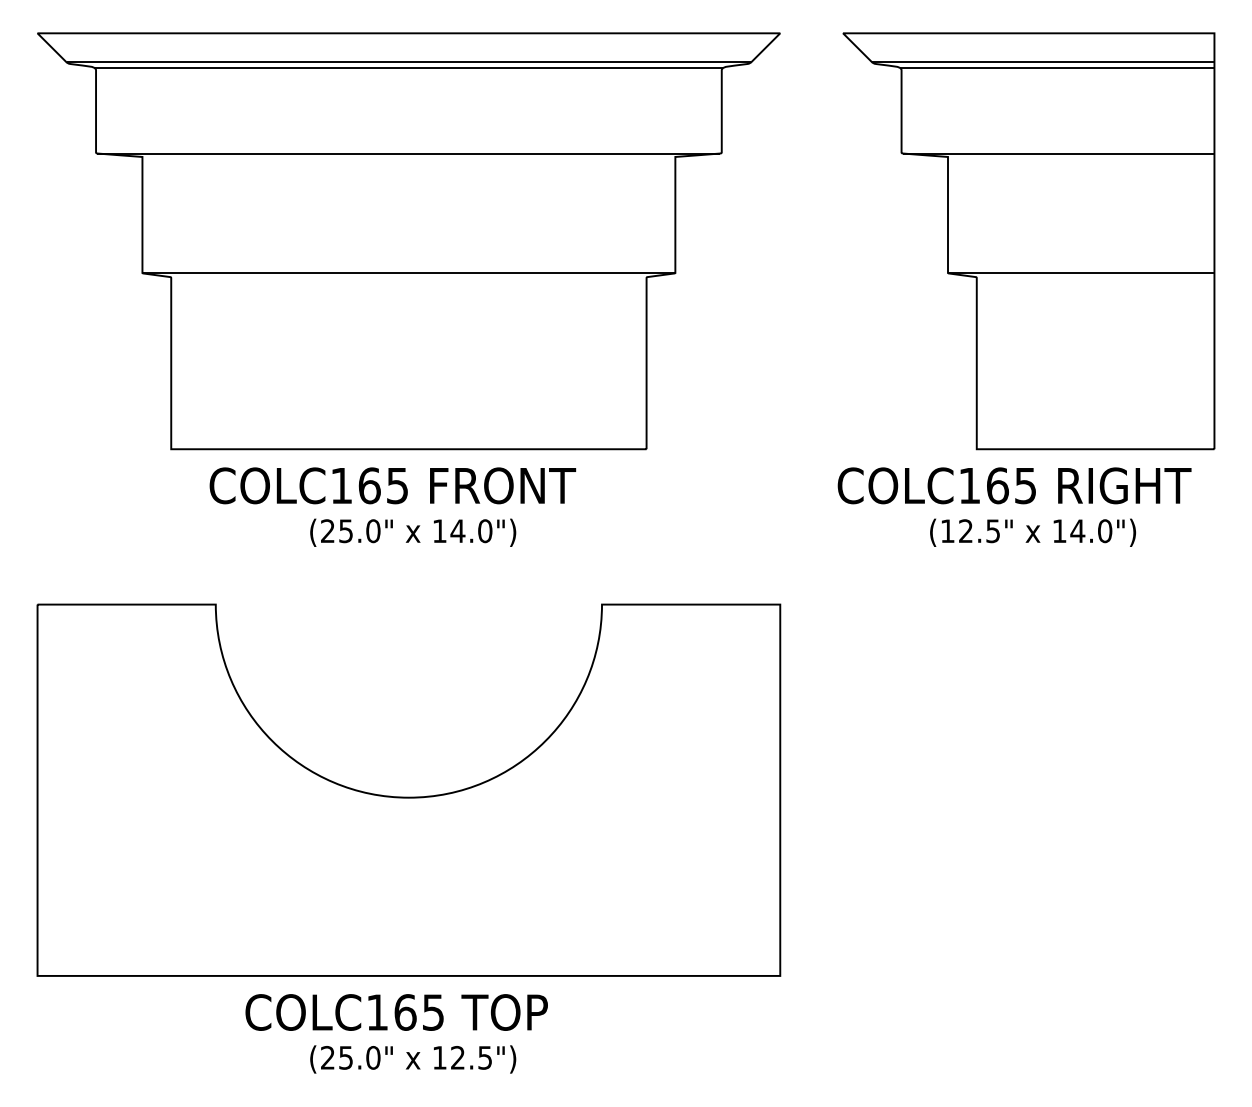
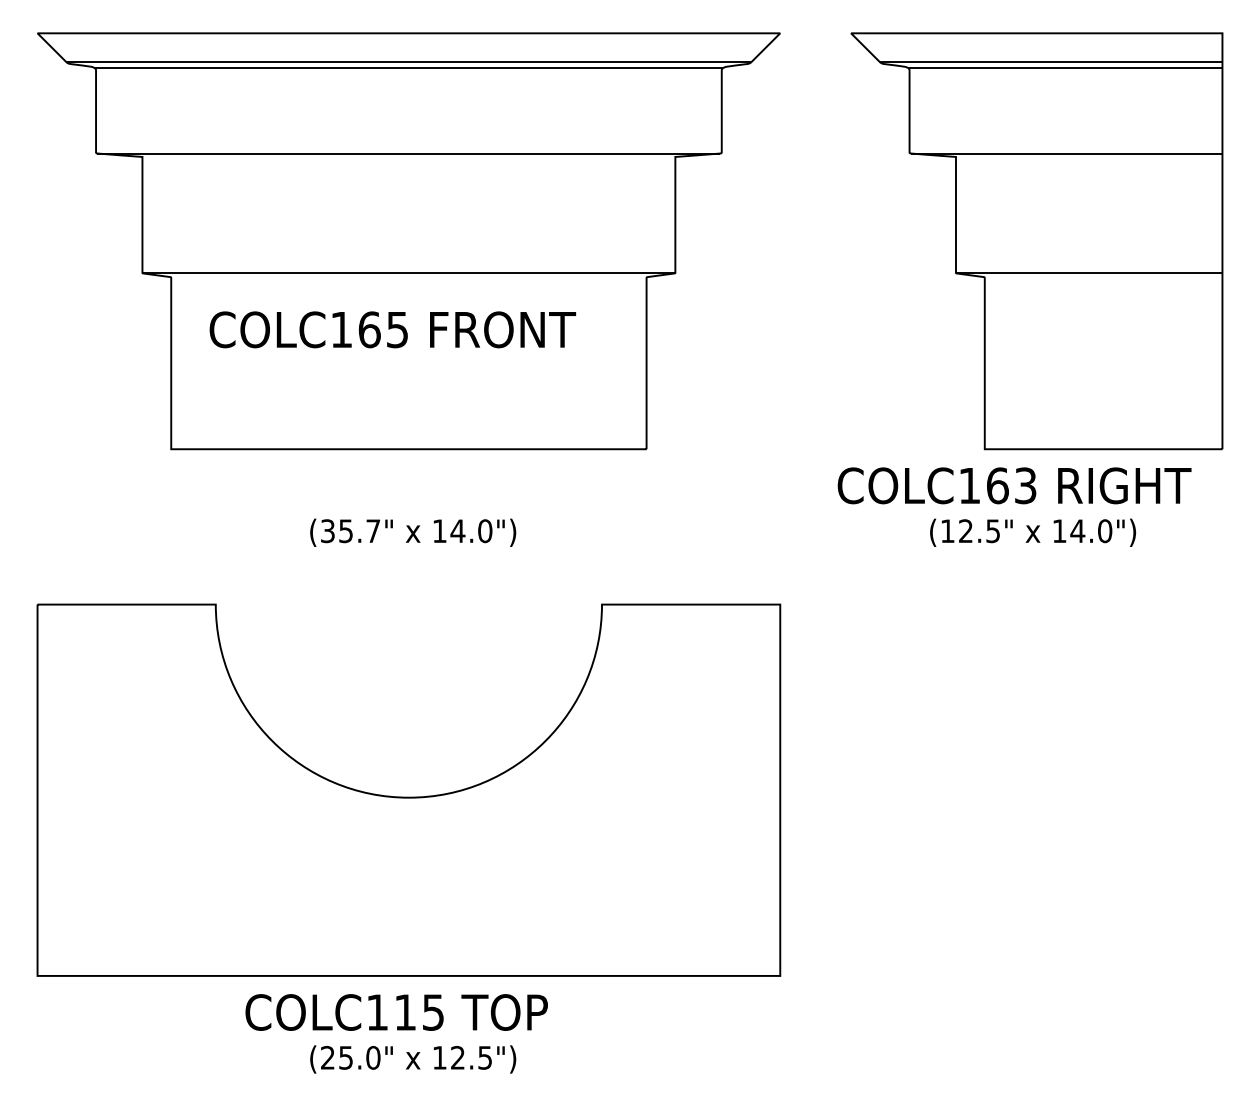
part at (1028, 241) position: (1028, 241) -> (1036, 241)
text at (392, 485) position: (392, 485) -> (392, 329)
text at (1025, 485): COLC165 -> COLC163
text at (350, 531): (25.0" -> (35.7"
text at (405, 1012): COLC165 -> COLC115
